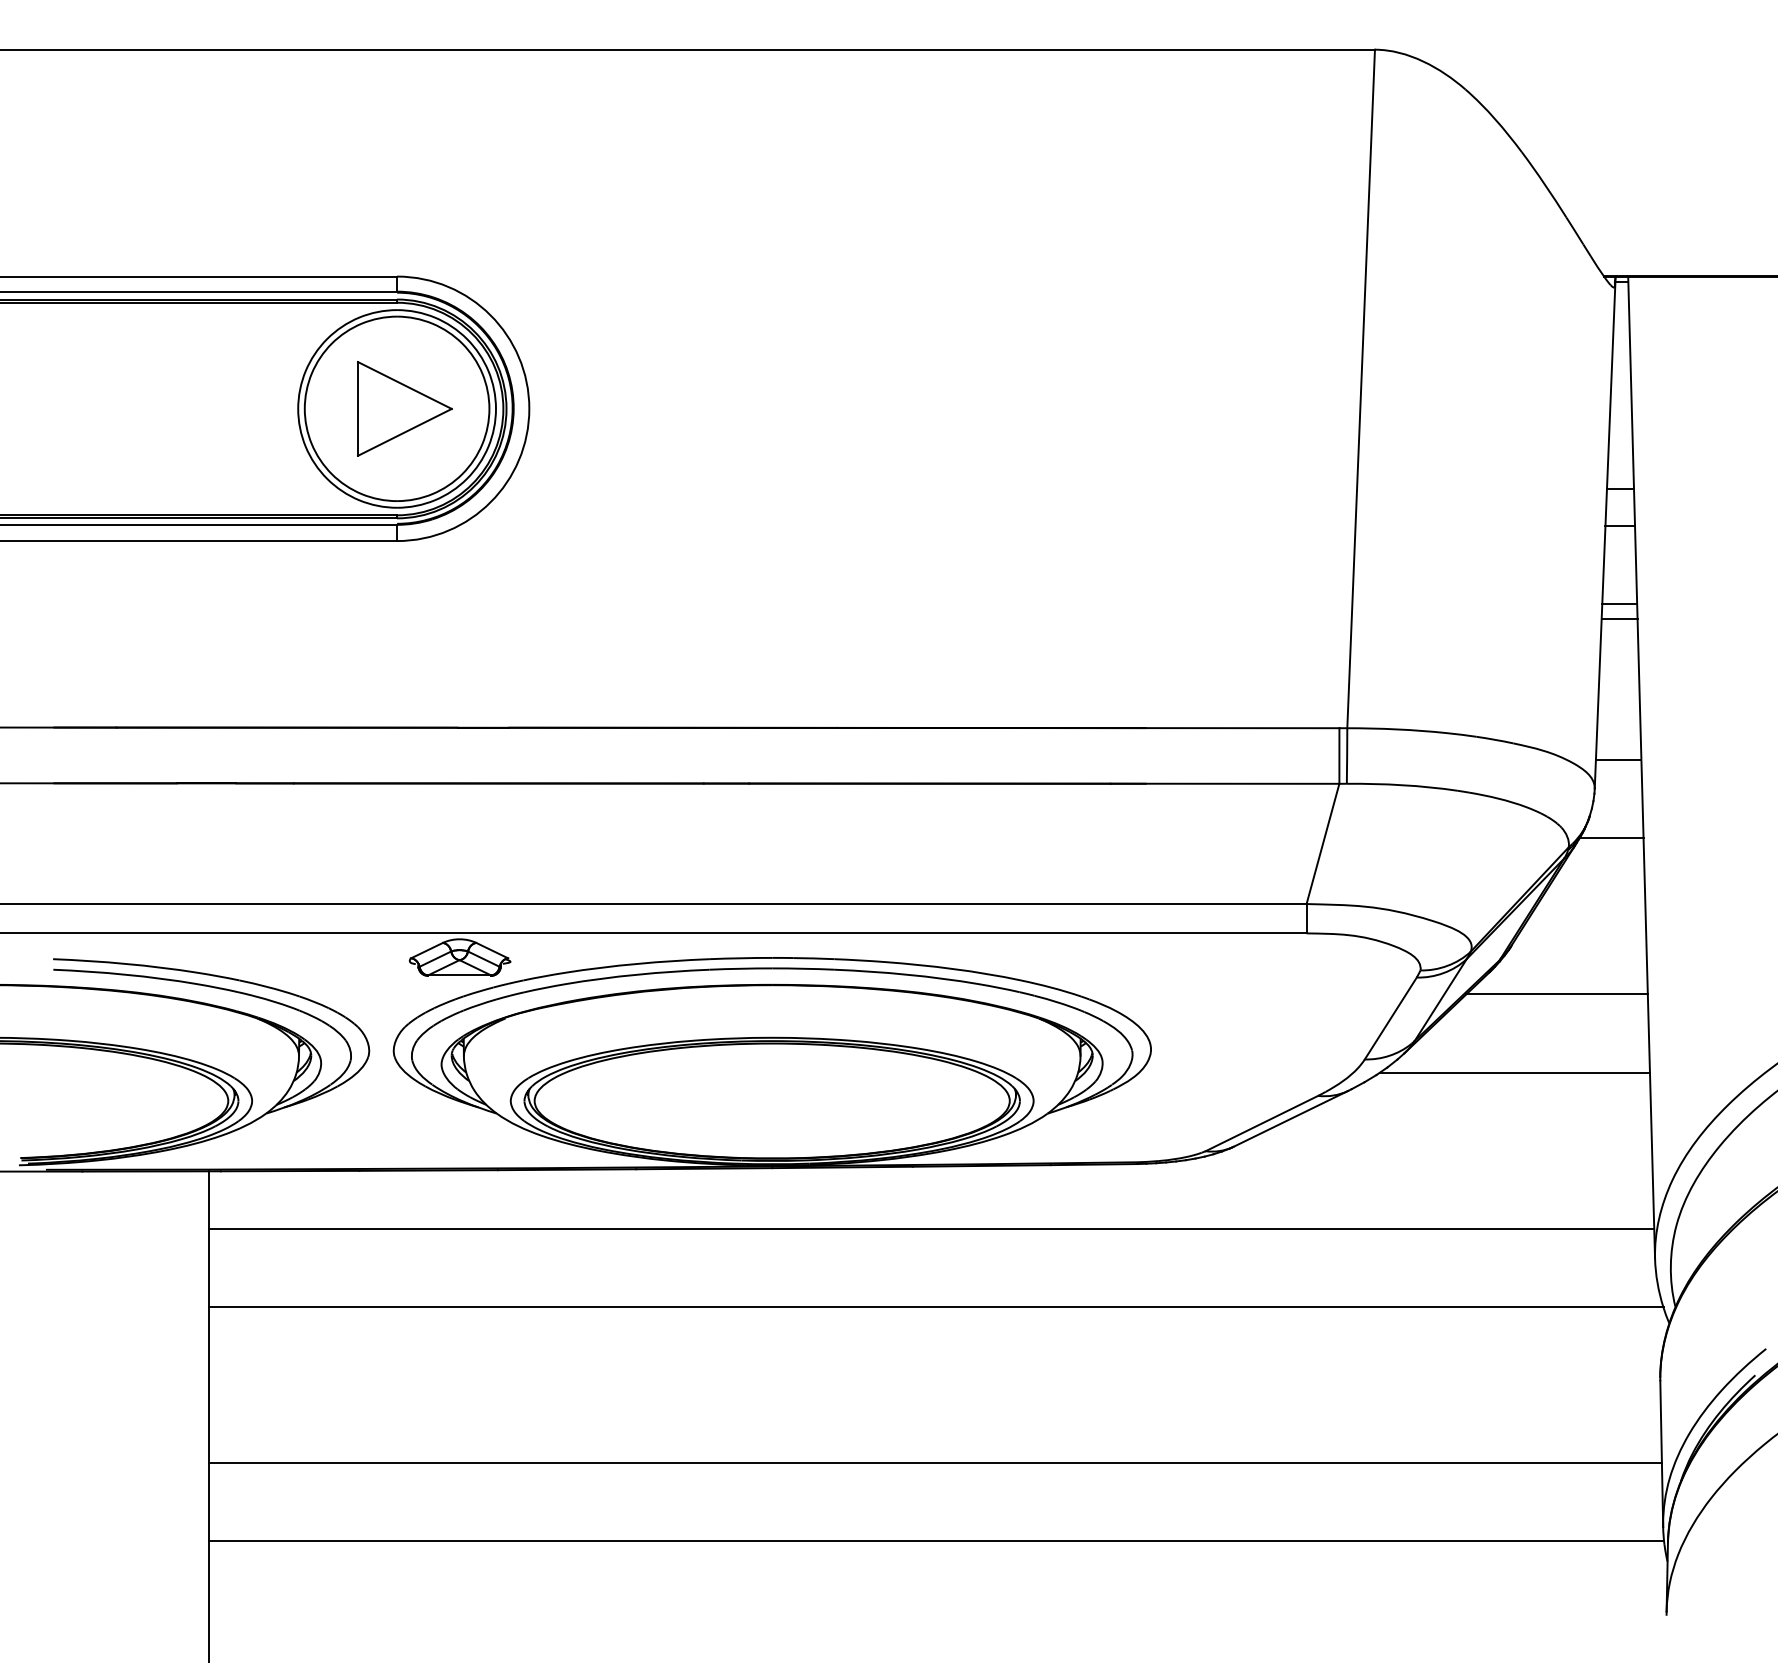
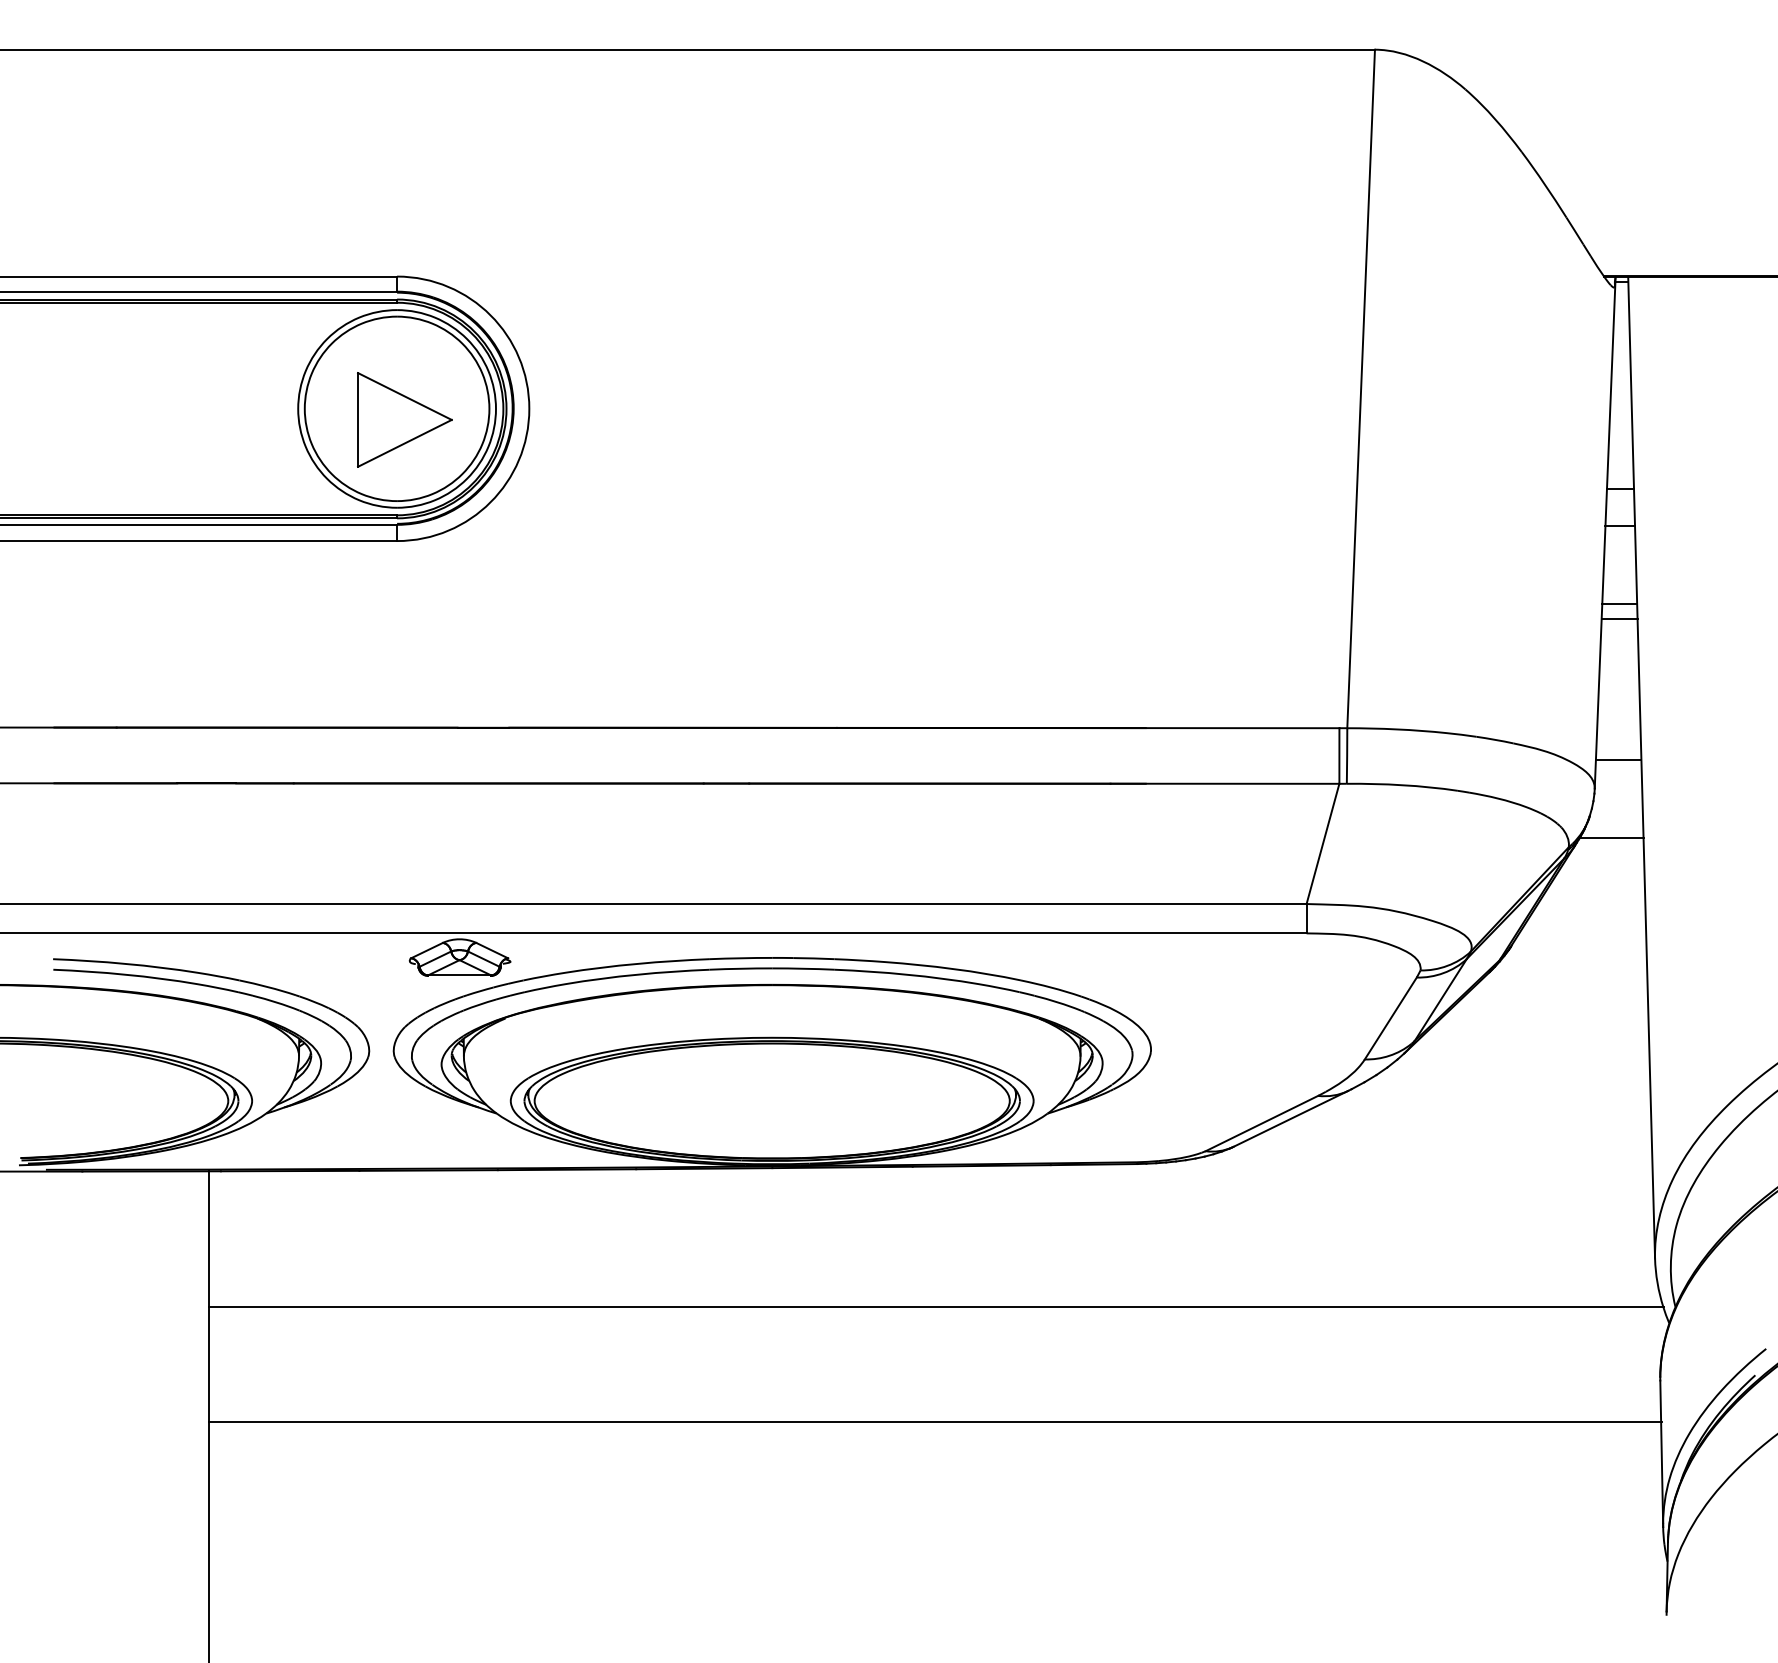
part at (404, 408) position: (404, 408) -> (404, 419)
line at (1556, 994): present -> none
line at (1514, 1072): present -> none
line at (931, 1228): present -> none
line at (935, 1463) position: (935, 1463) -> (935, 1422)
line at (936, 1541): present -> none
